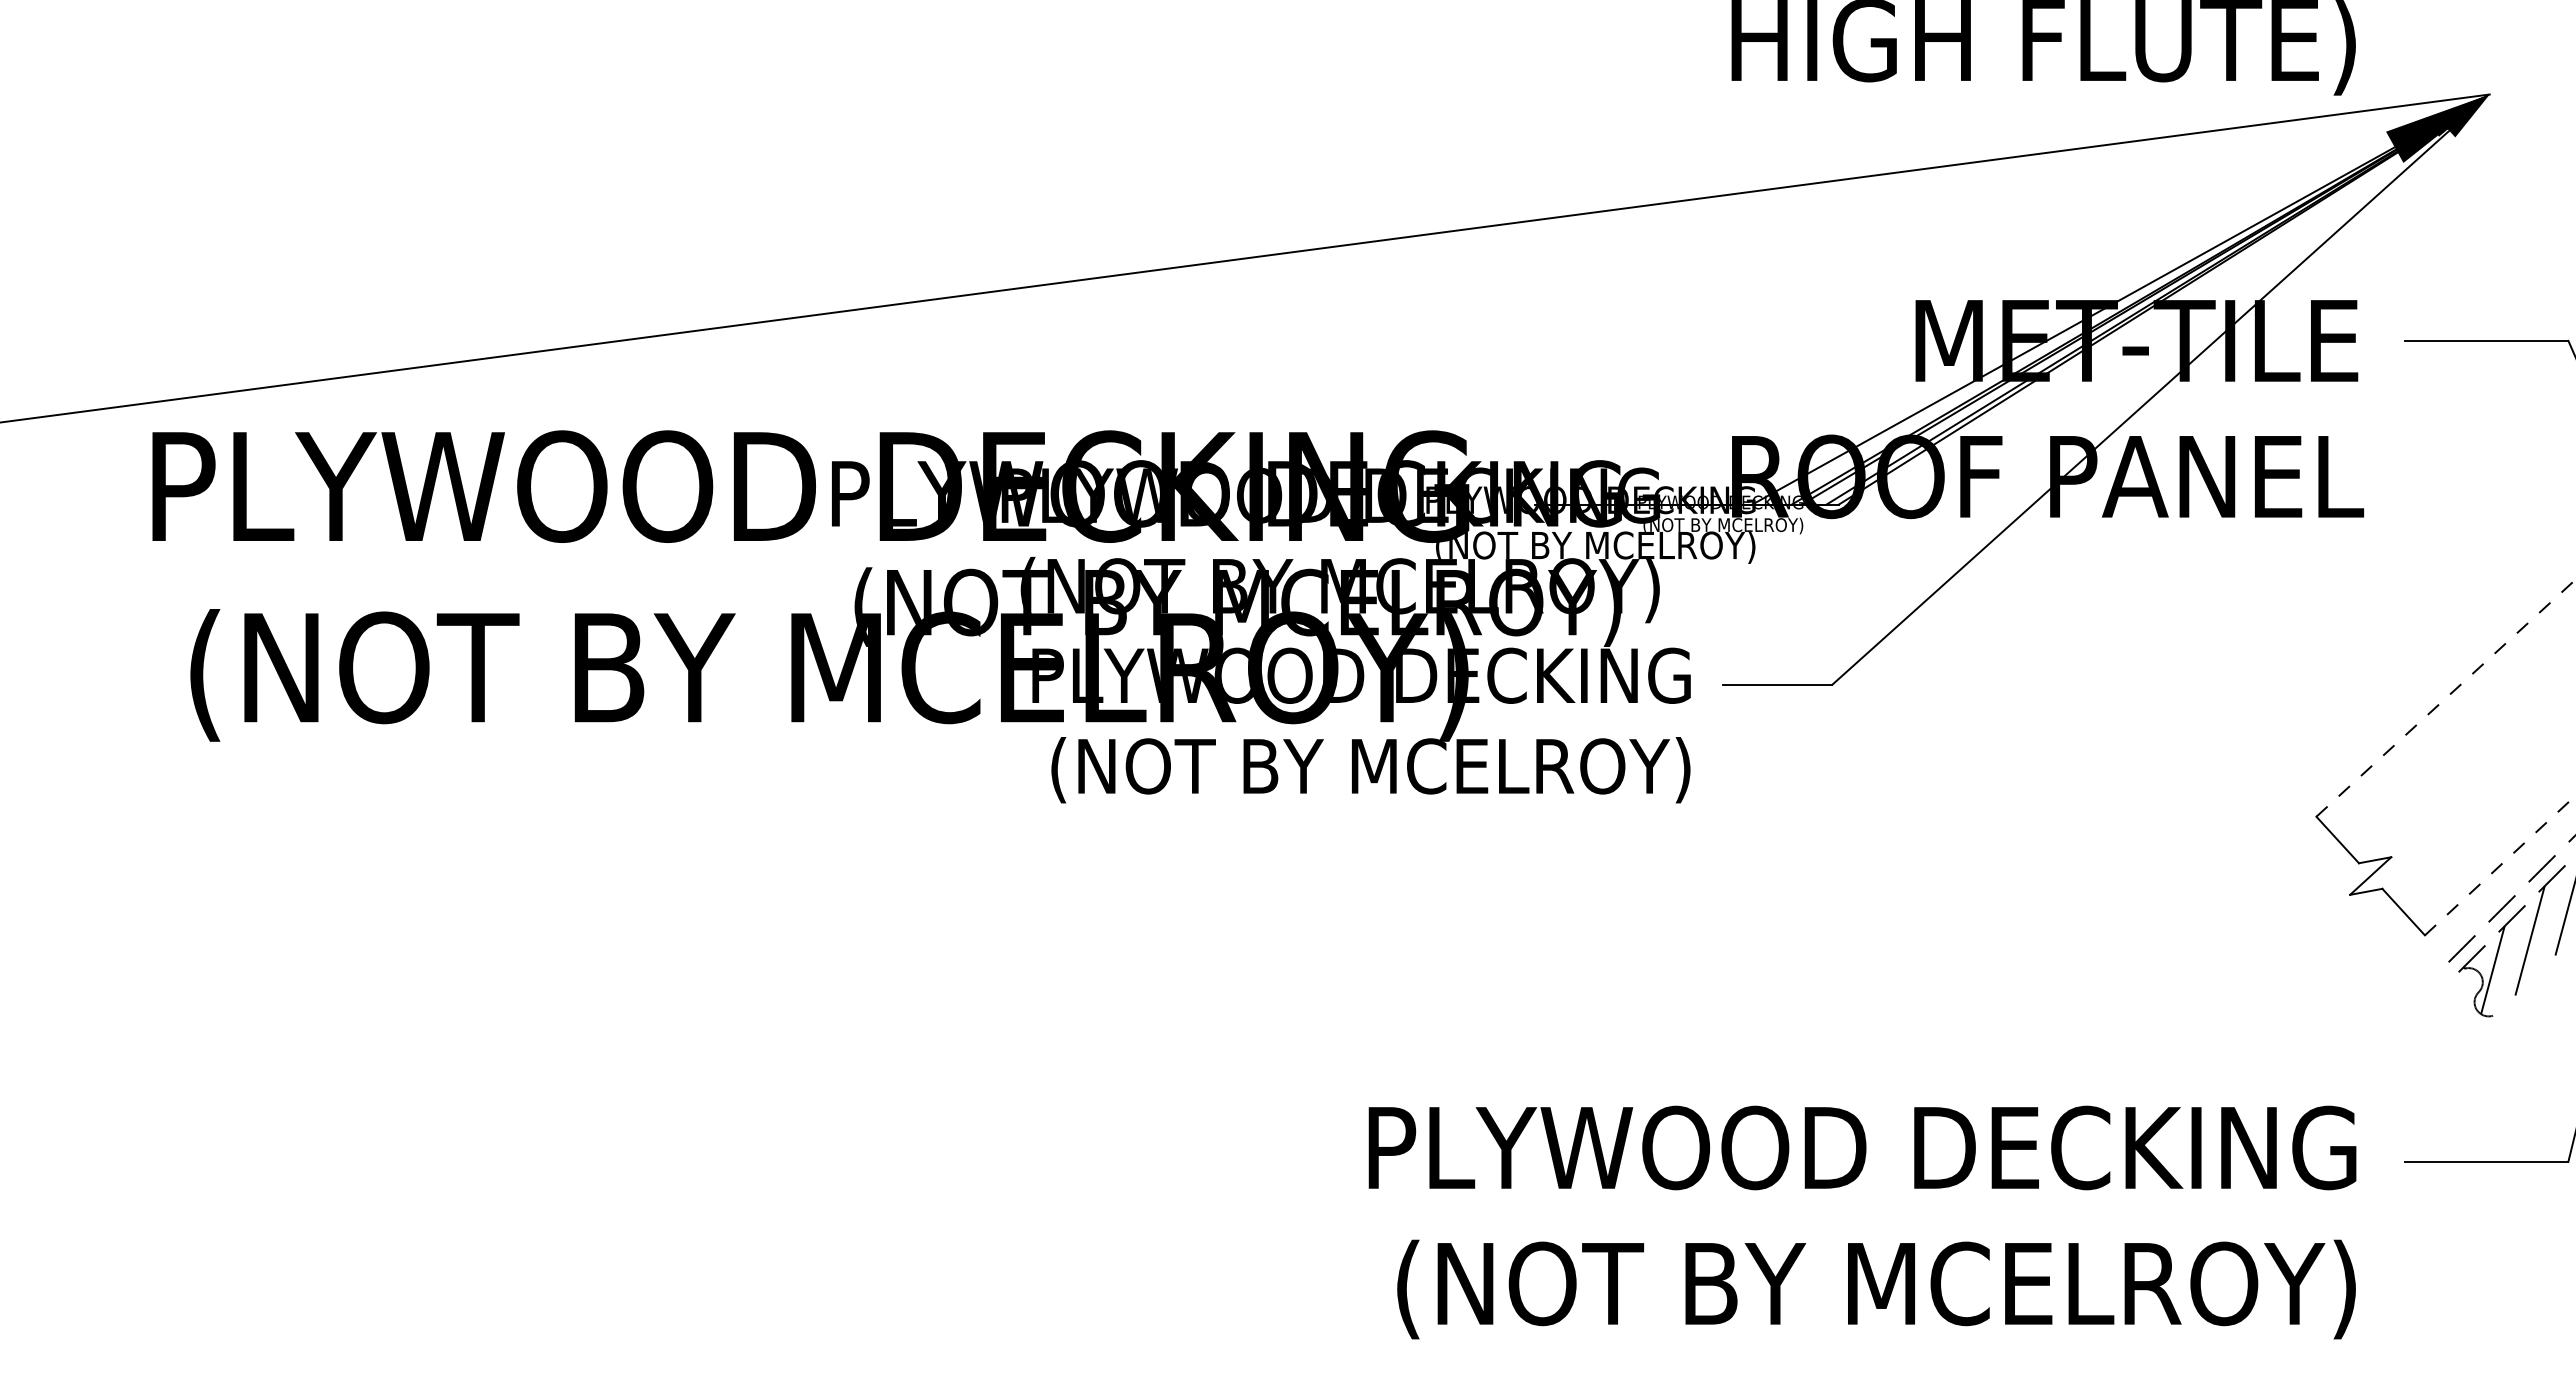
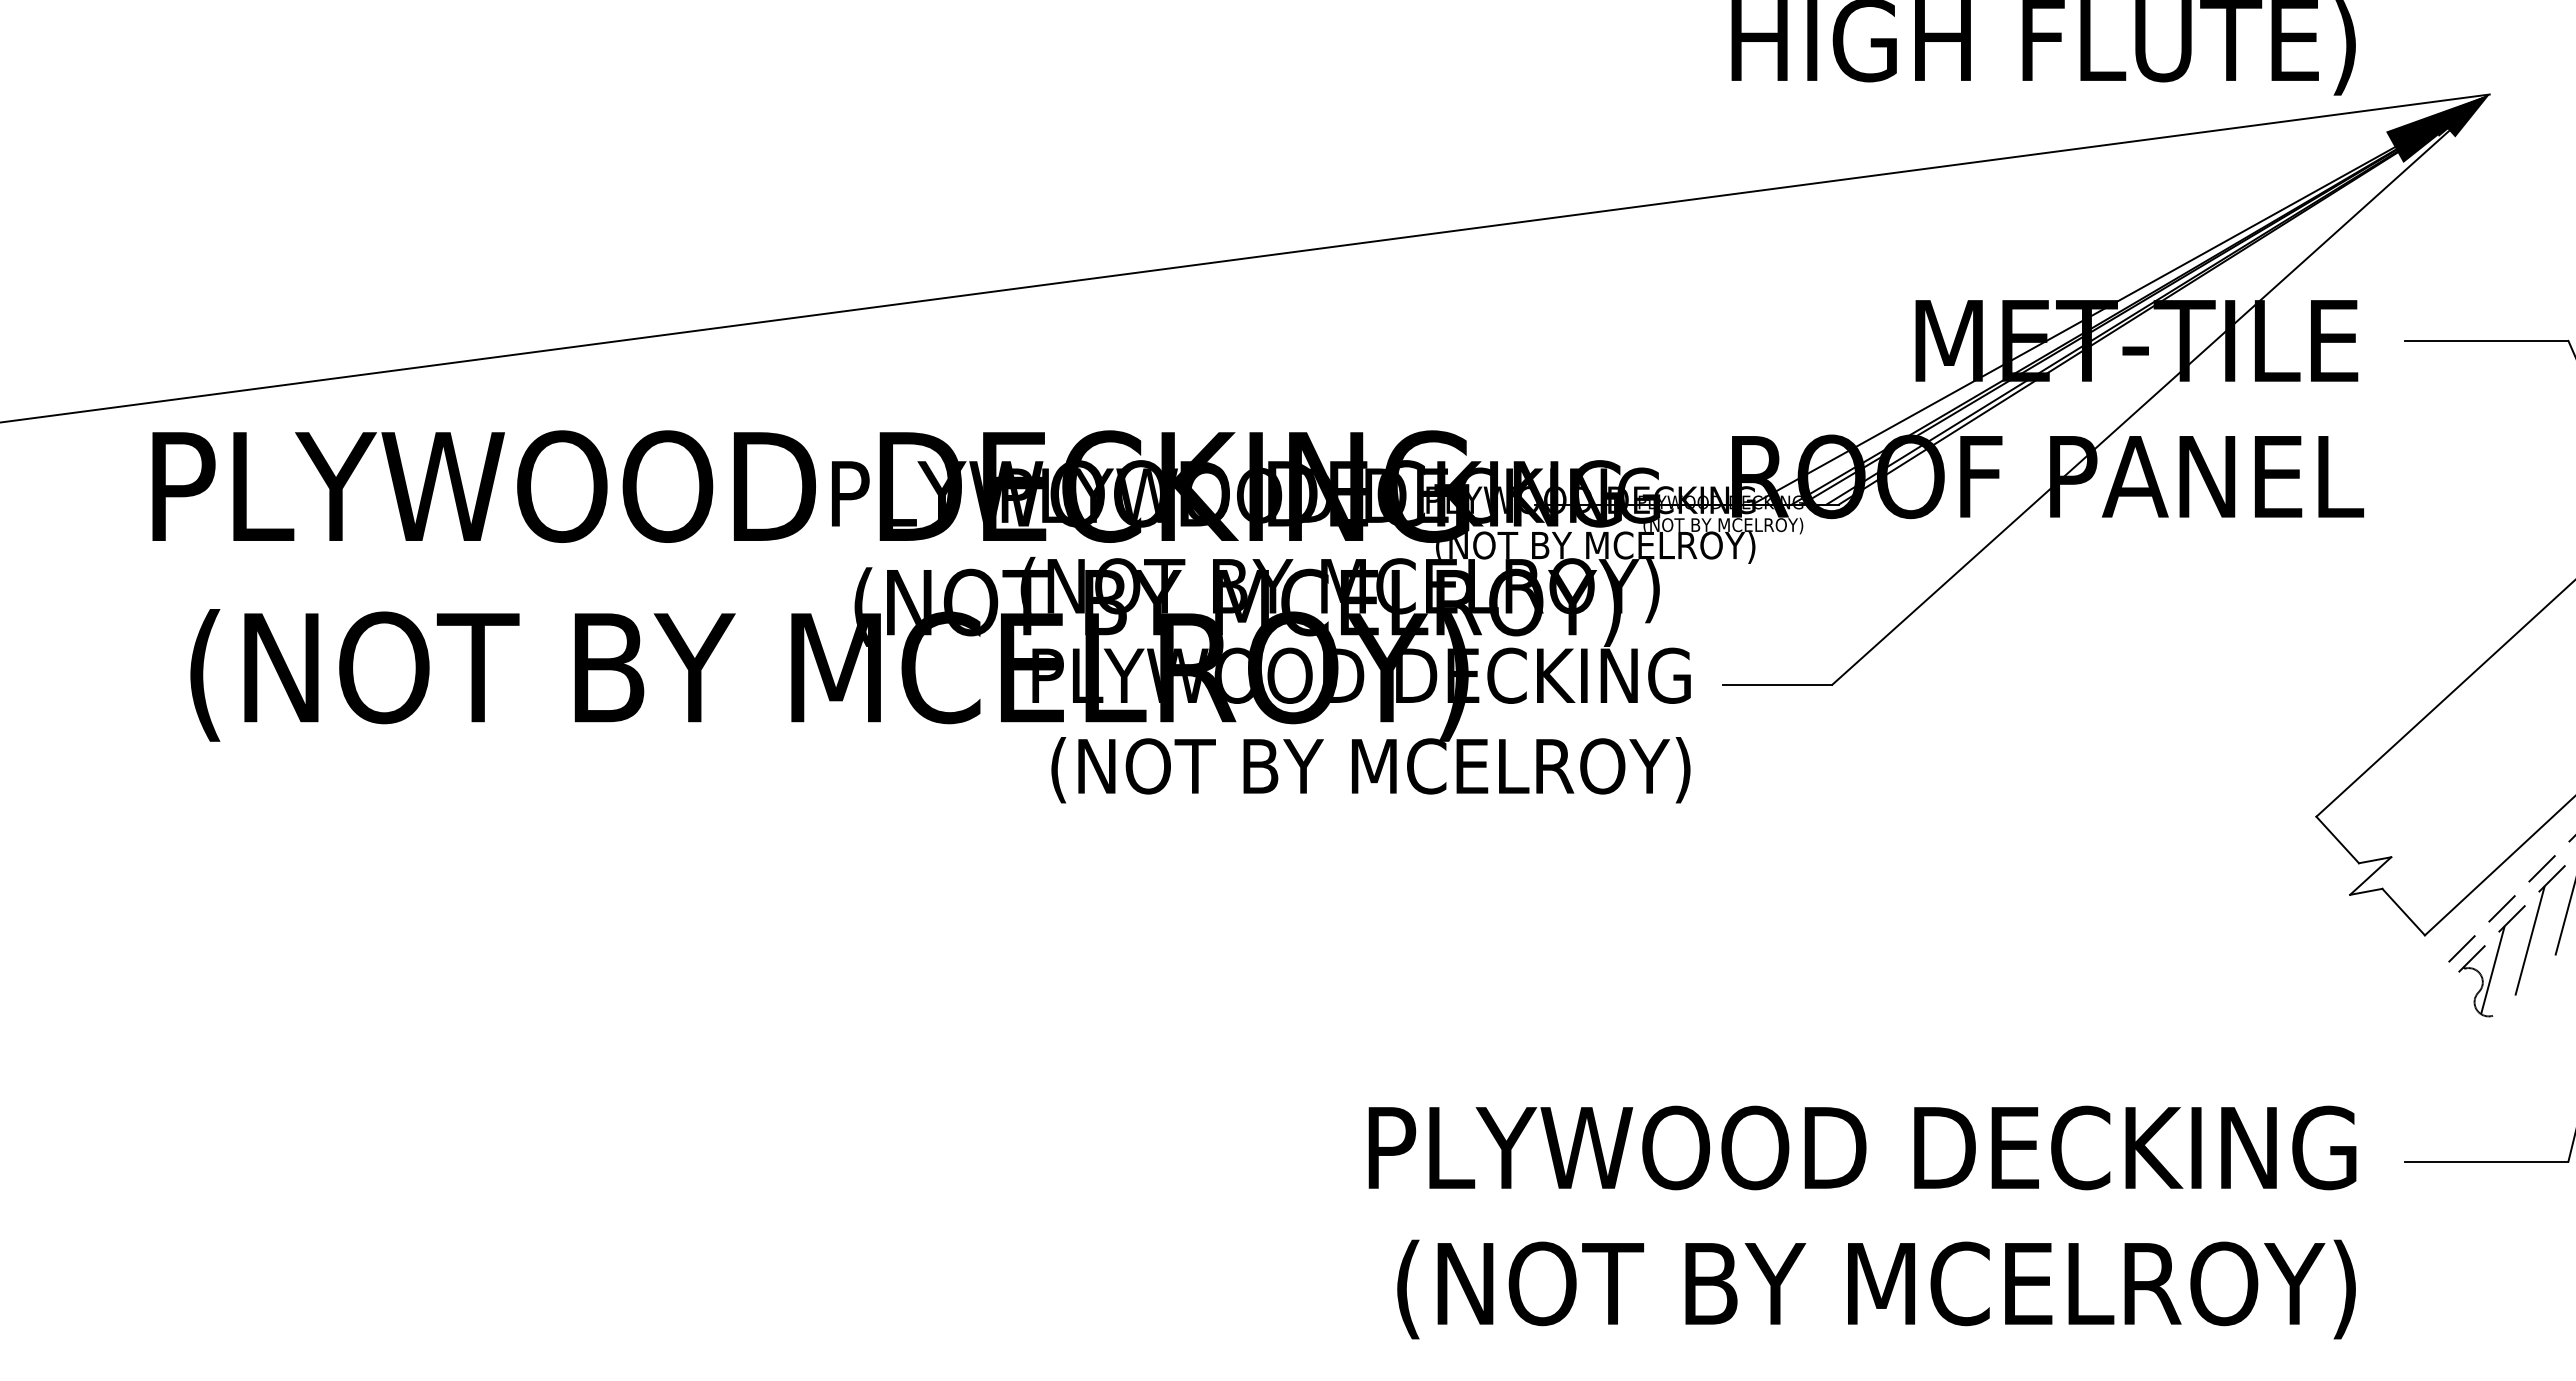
line at (2446, 698): dashed -> solid
line at (2500, 865): dashed -> solid
